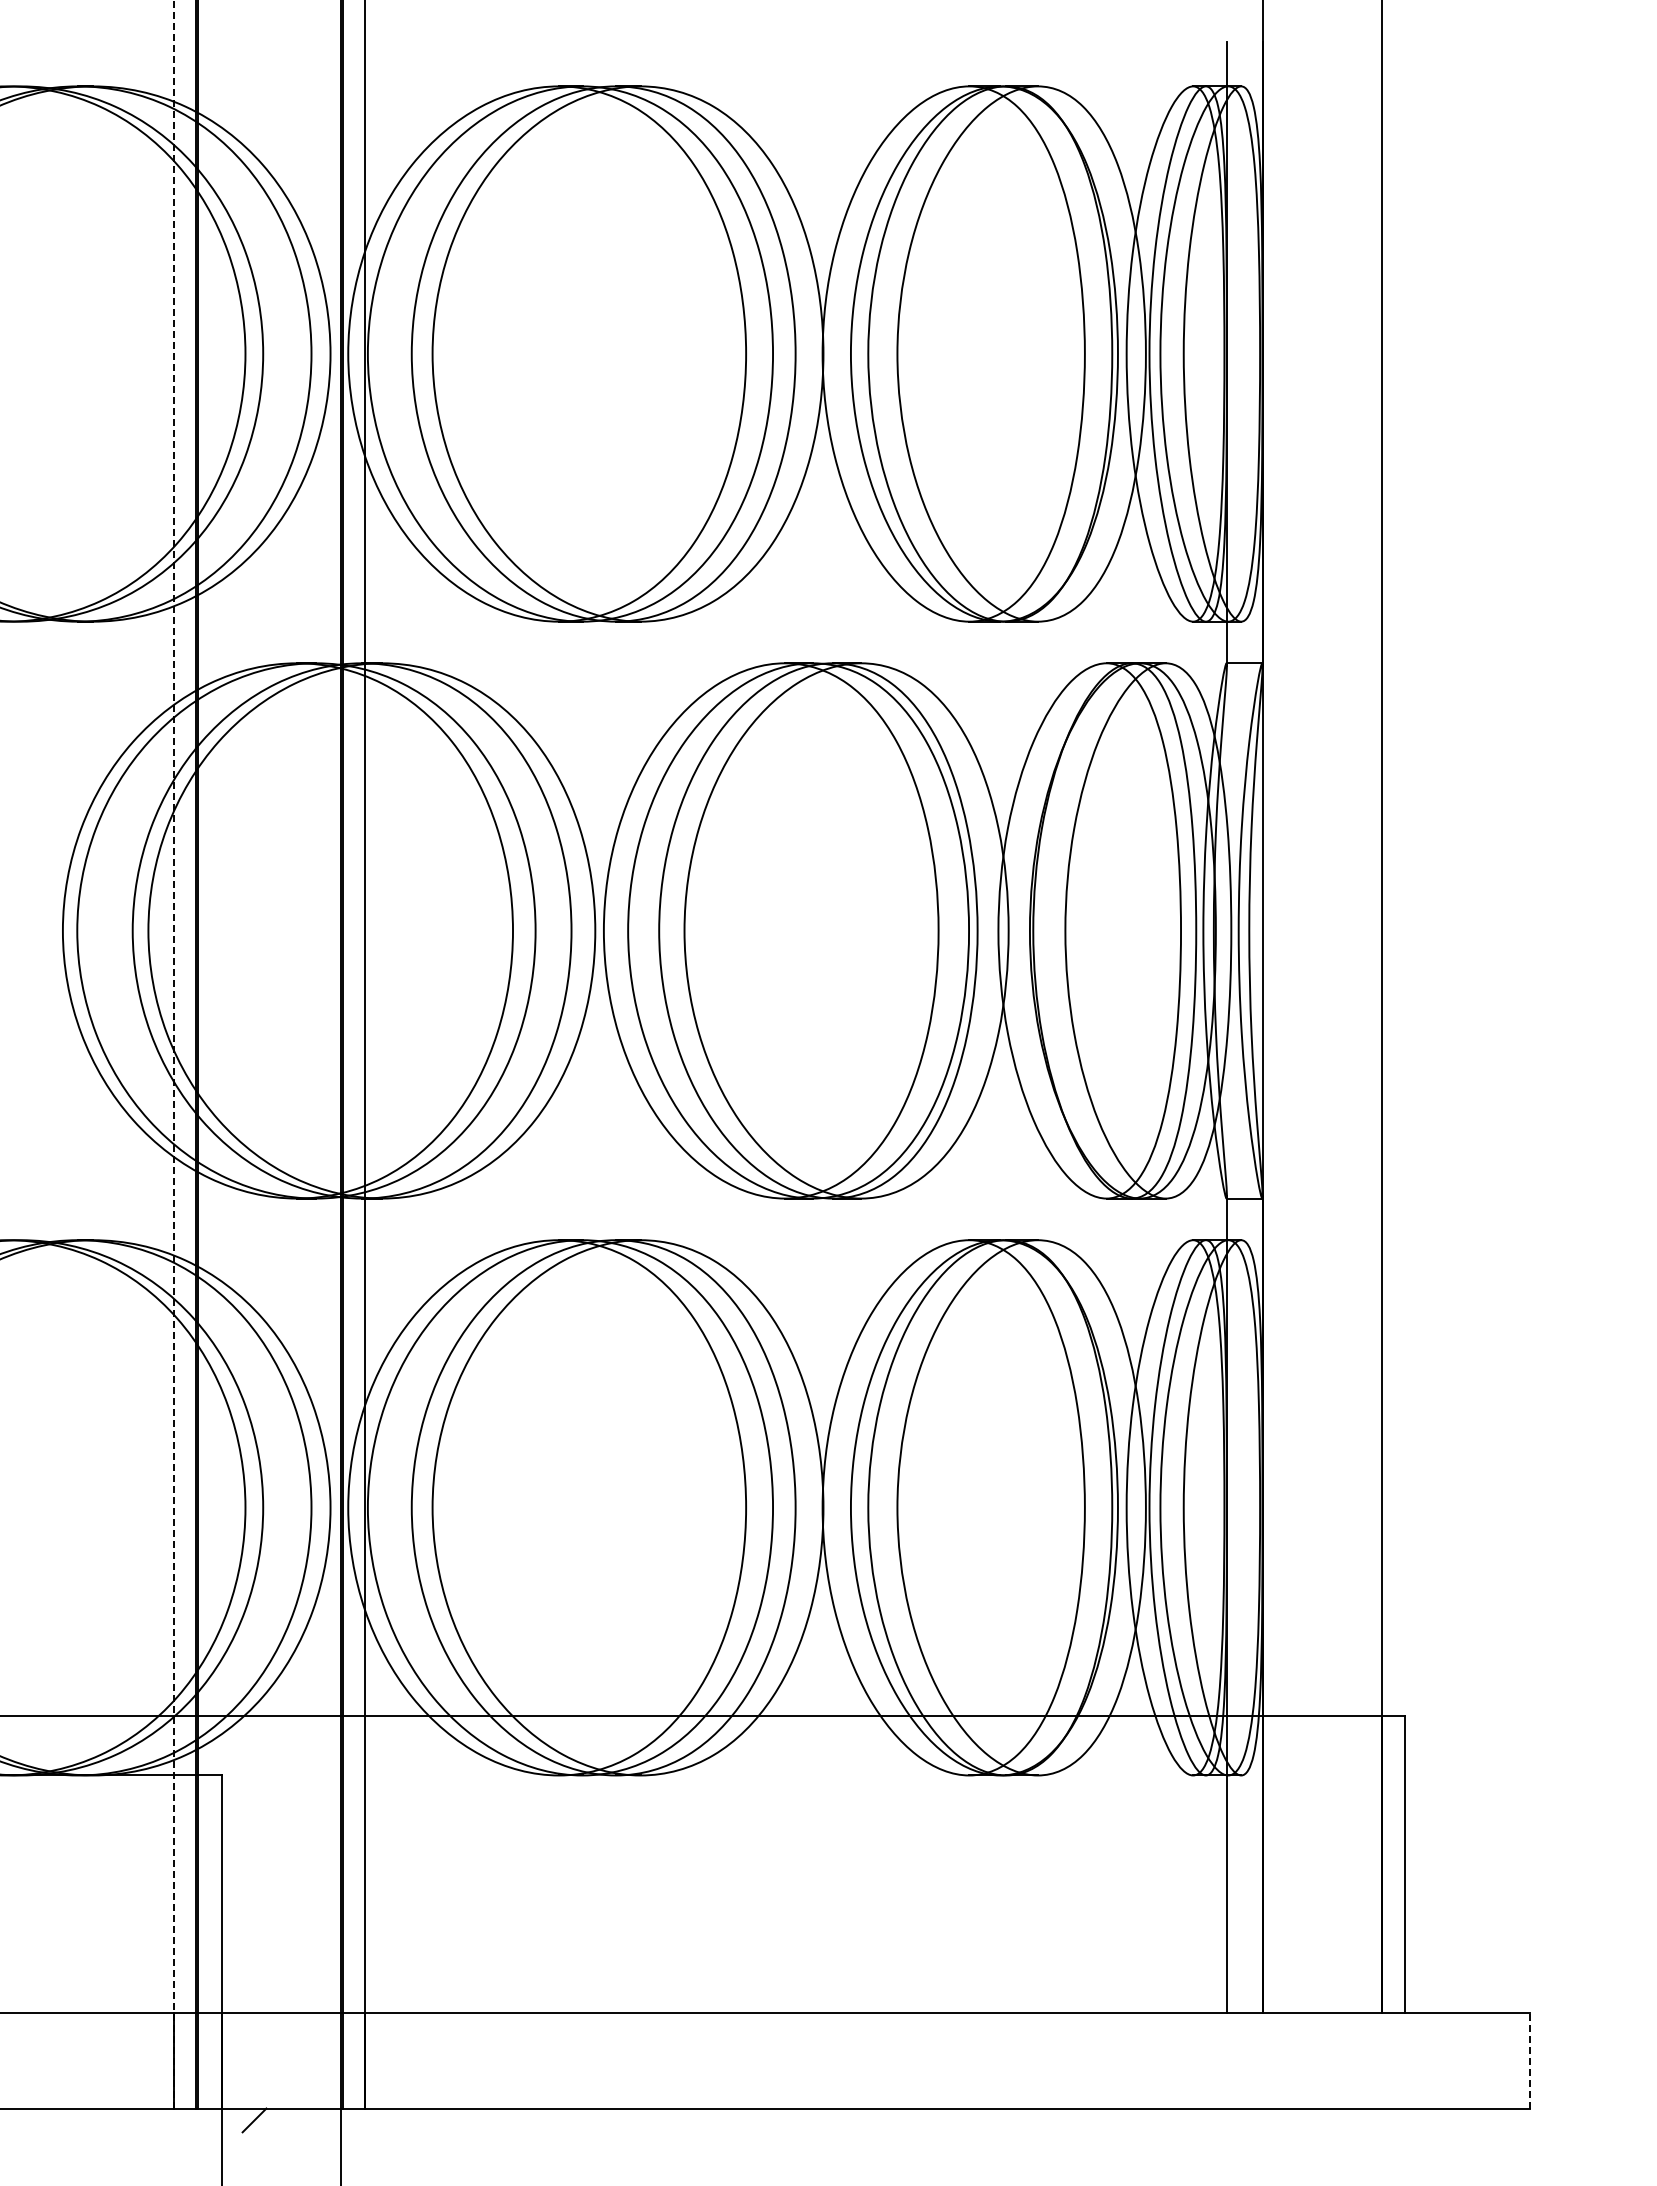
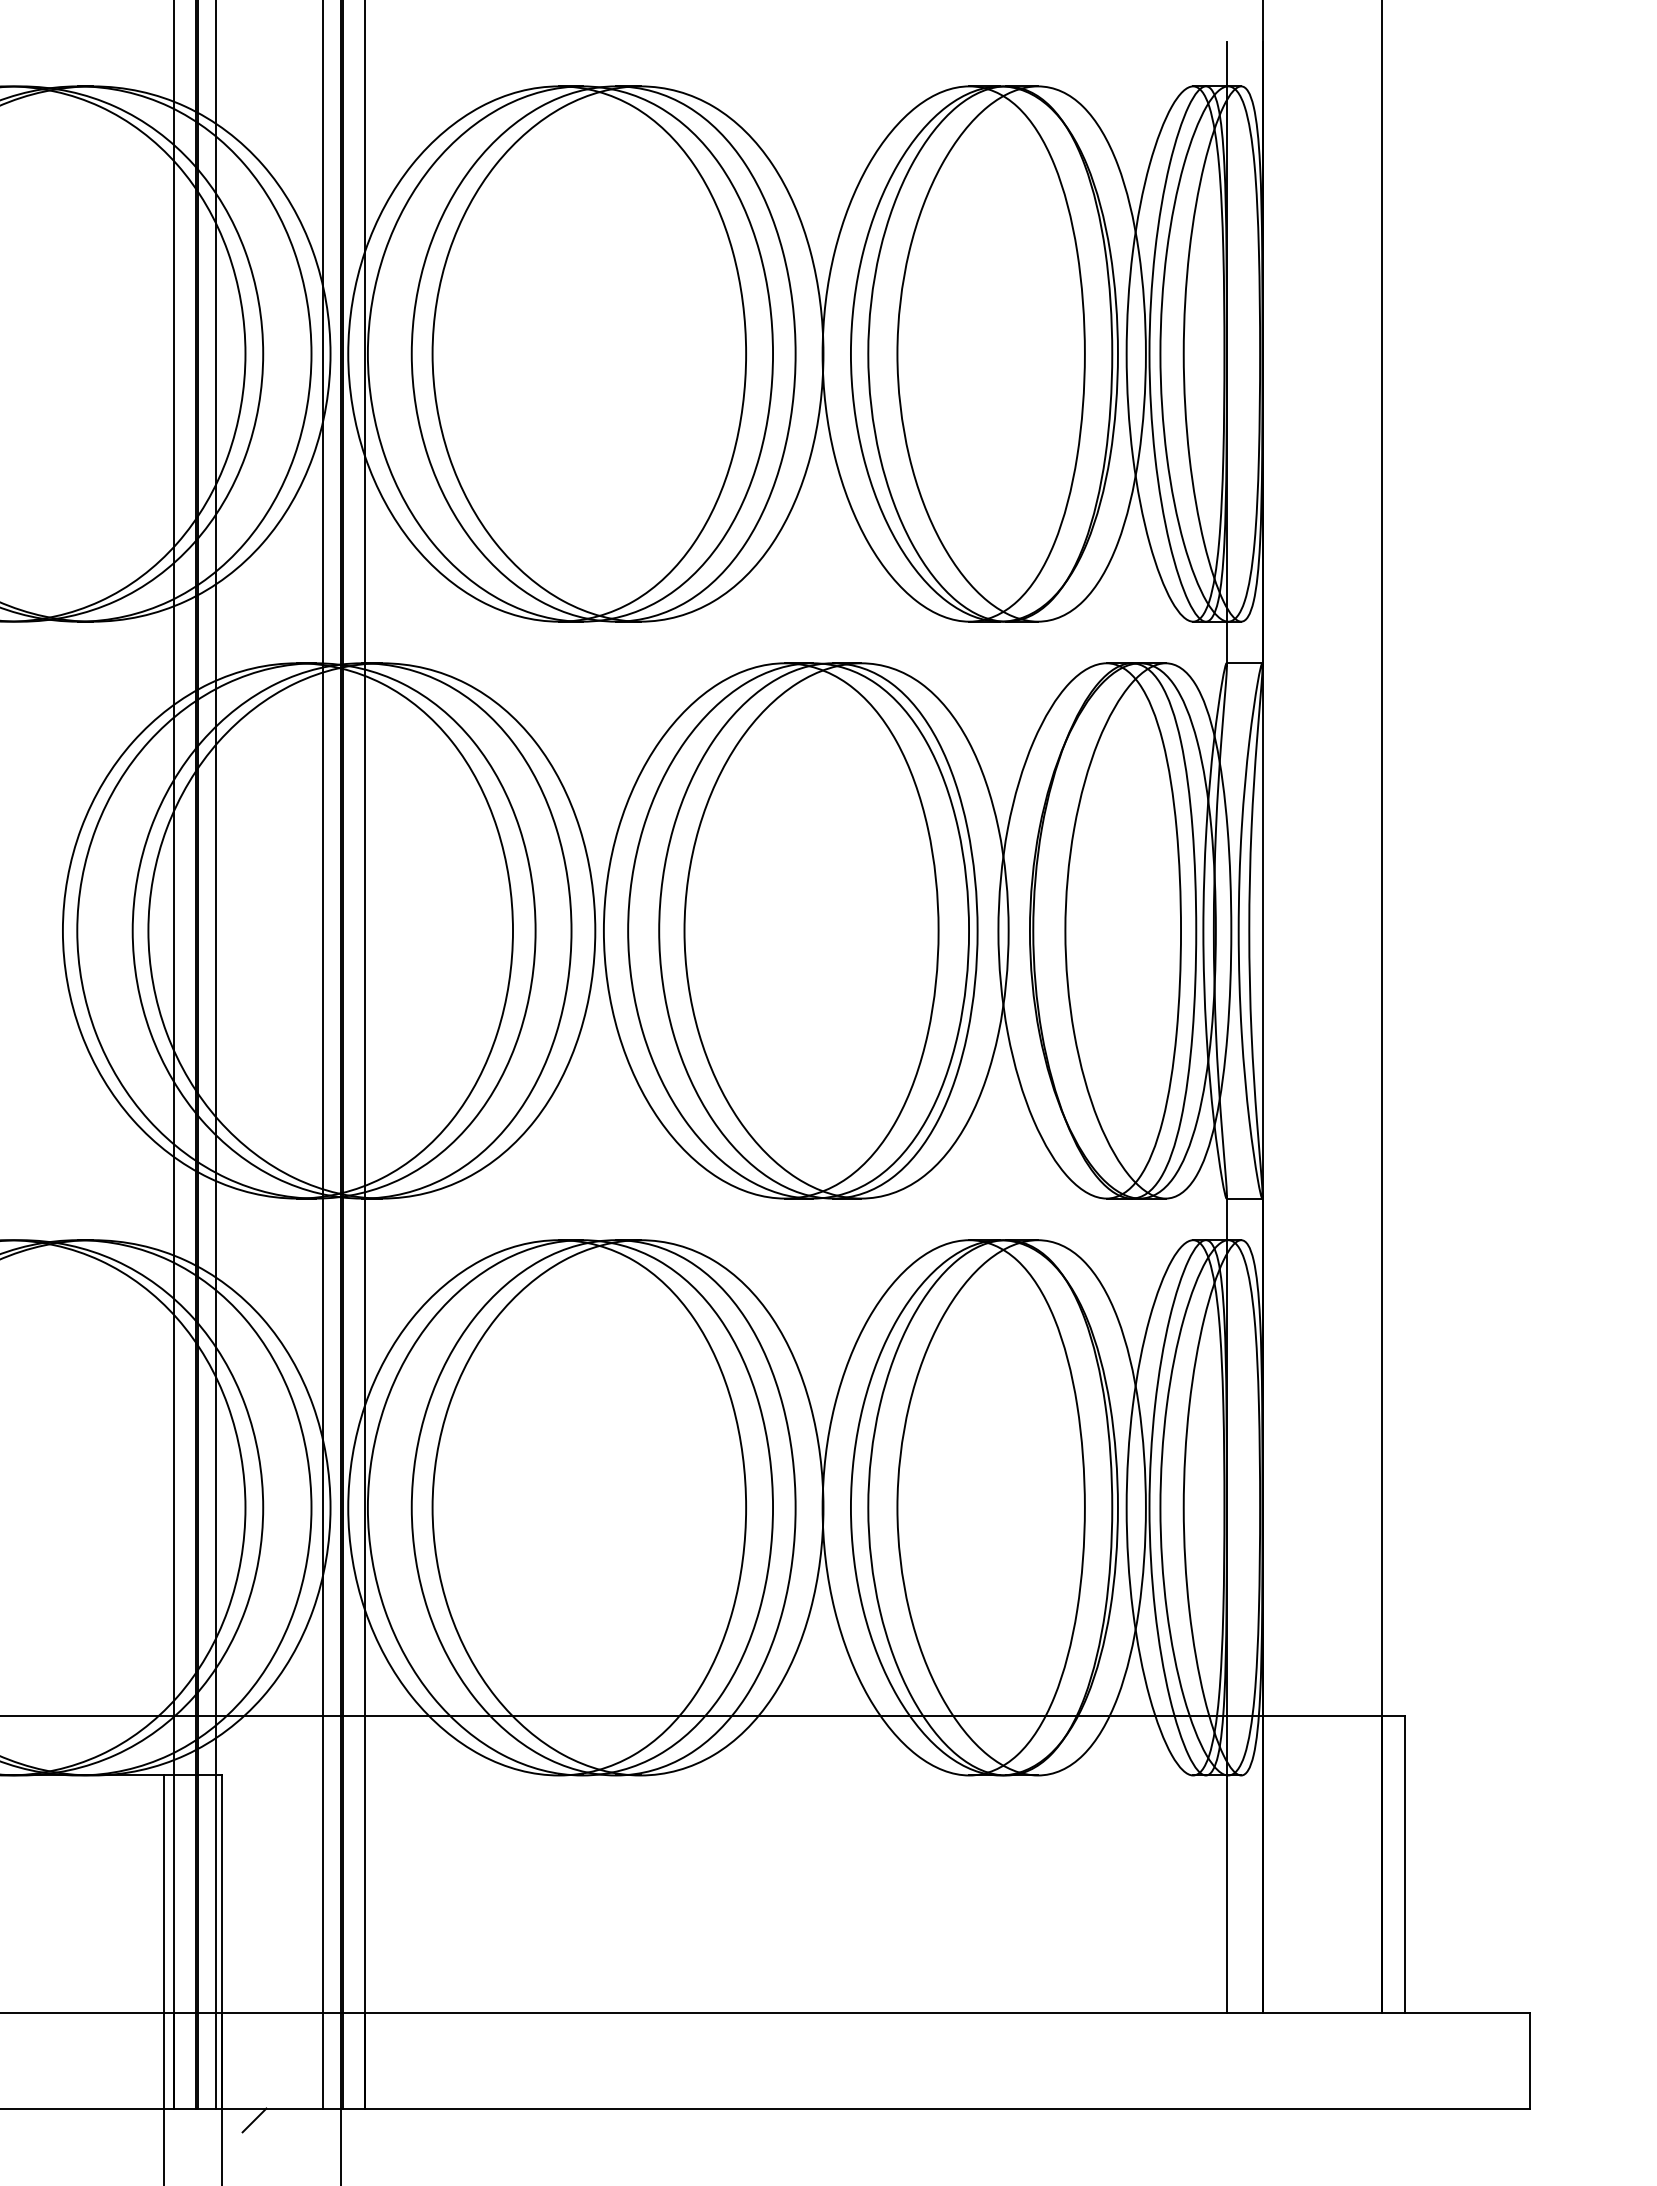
line at (174, 1054): dashed -> solid
line at (215, 1055): none -> present
line at (323, 1055): none -> present
line at (163, 1978): none -> present
line at (1530, 2060): dashed -> solid
